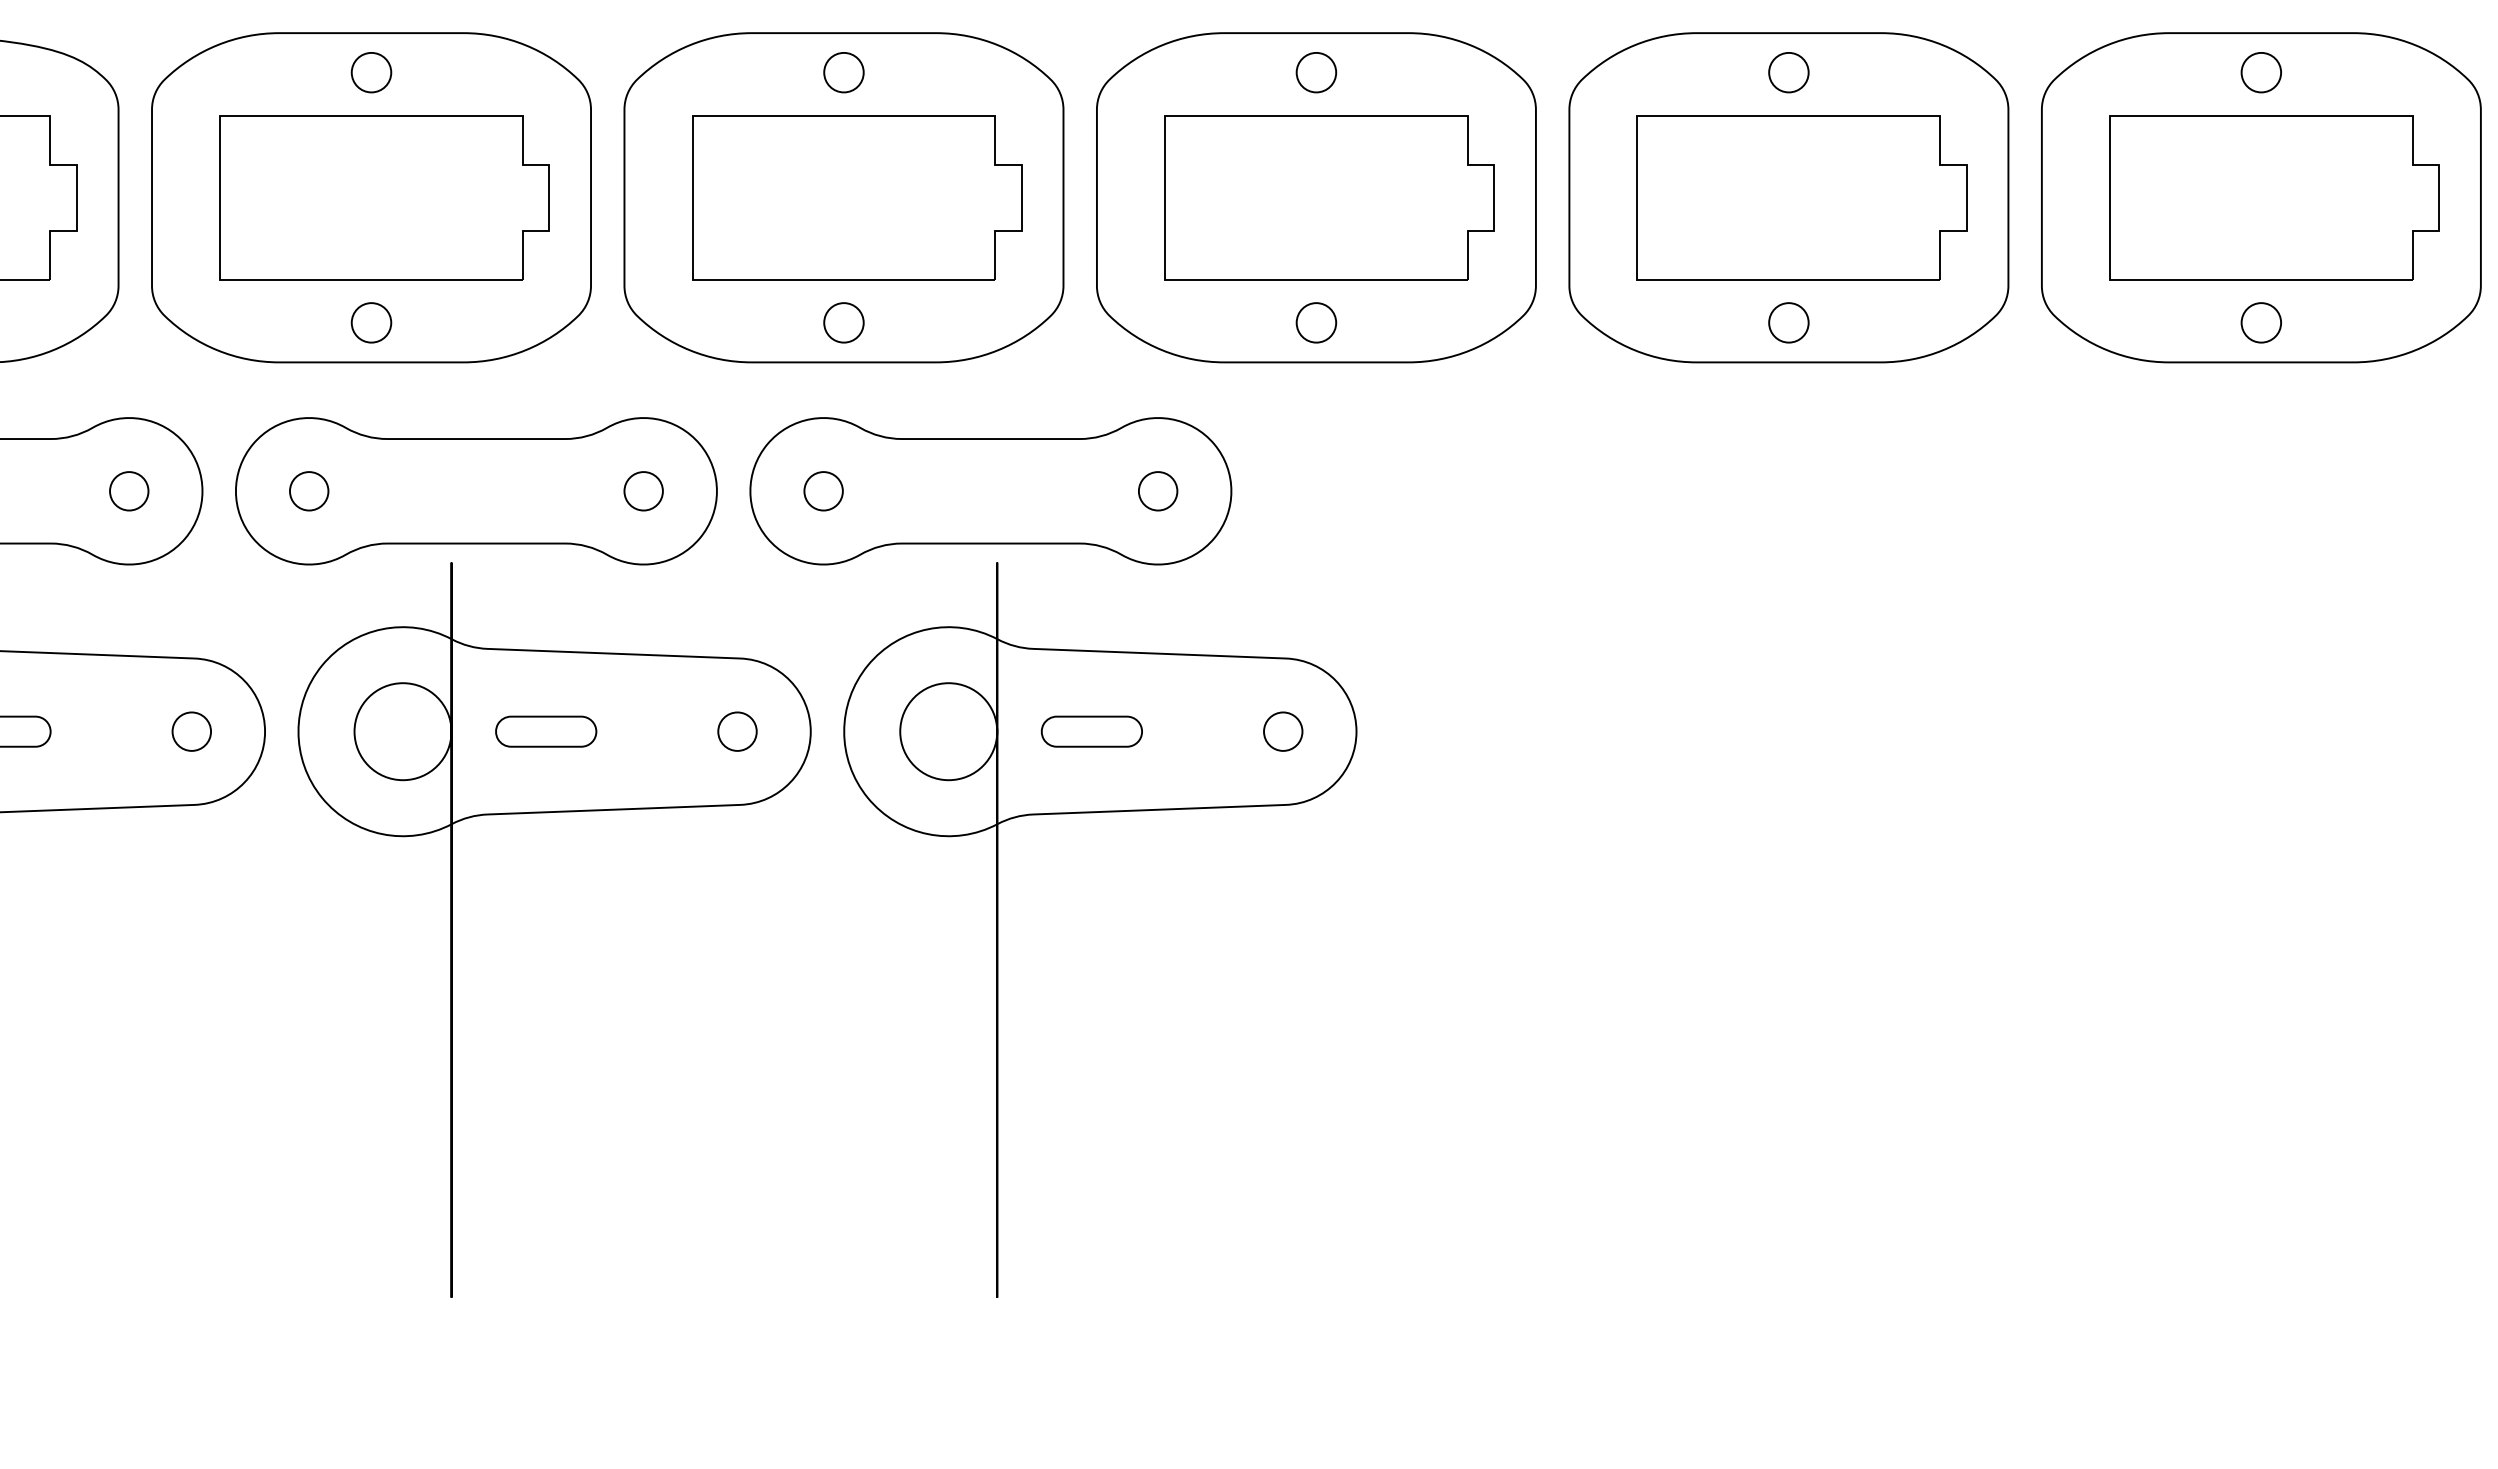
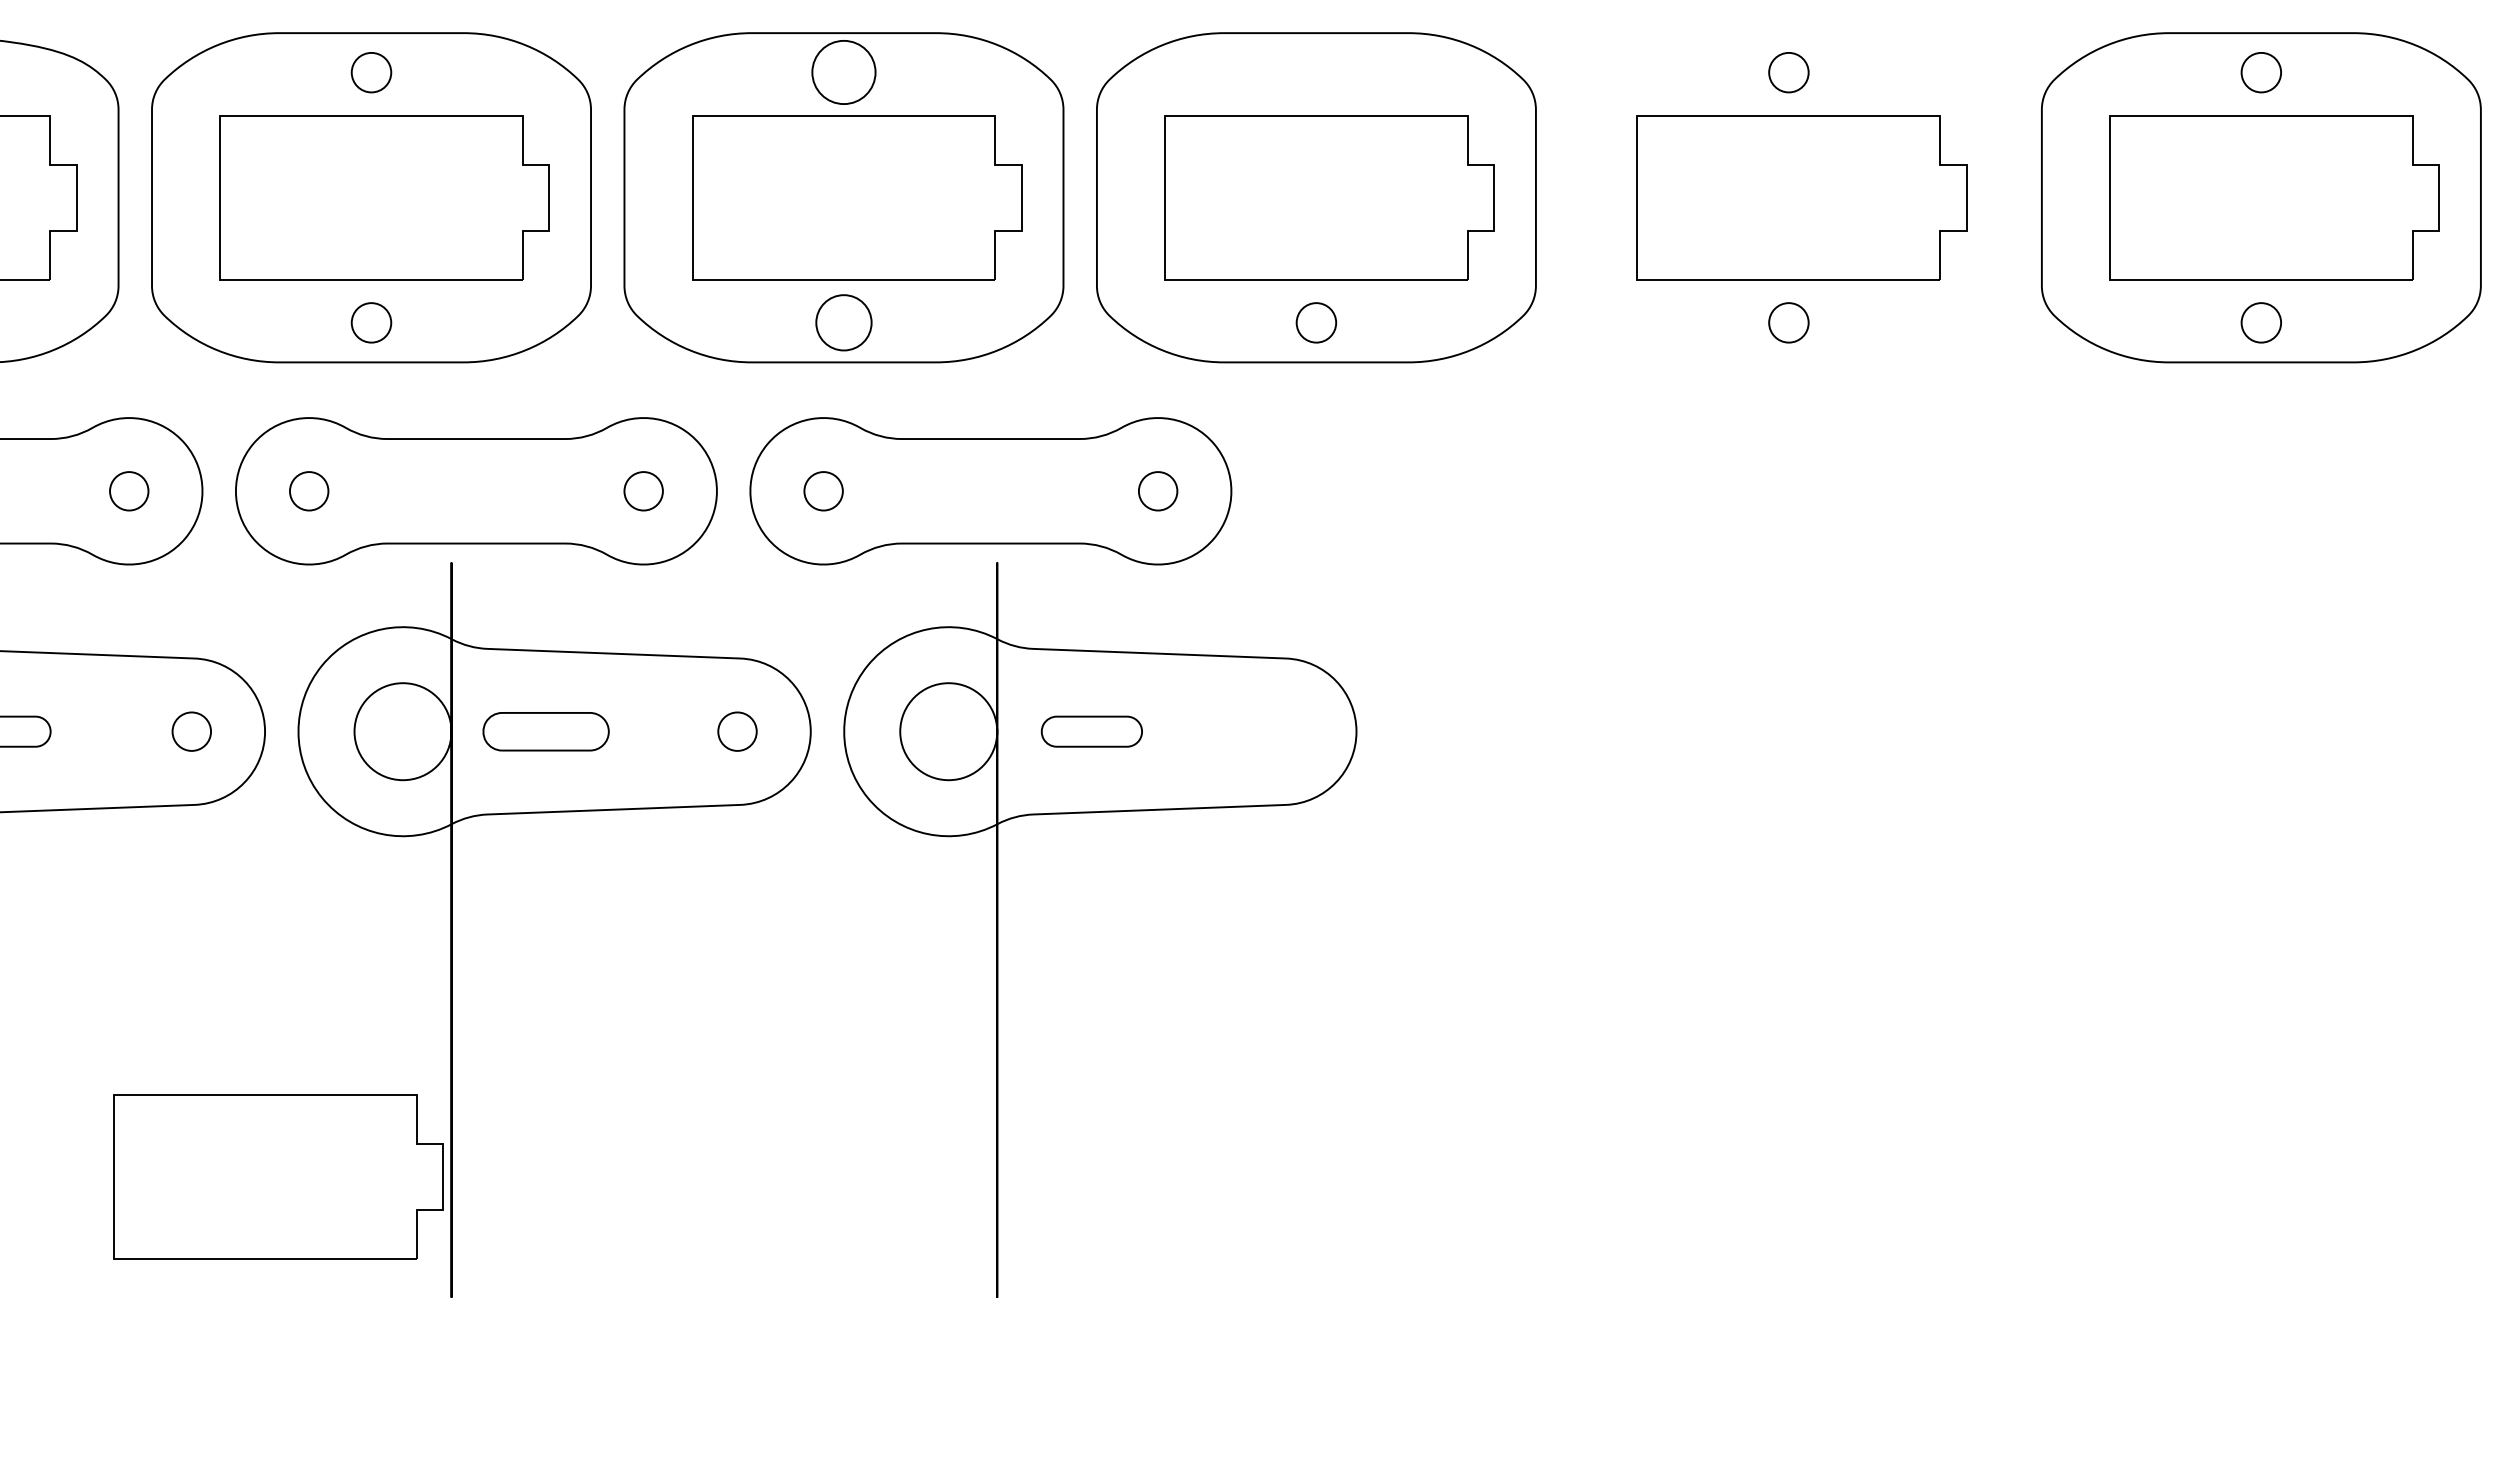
part at (843, 72) size: 42x42 px -> 66x65 px
part at (1316, 72): present -> none
part at (1788, 197): present -> none
part at (843, 322) size: 42x42 px -> 58x58 px
part at (546, 731) size: 103x33 px -> 128x40 px
part at (1283, 731): present -> none
part at (278, 1176): none -> present
